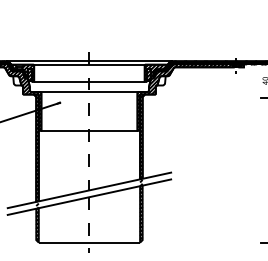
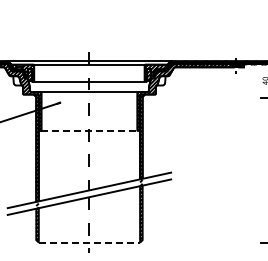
line at (89, 131): solid -> dashed
line at (89, 242): solid -> dashed
